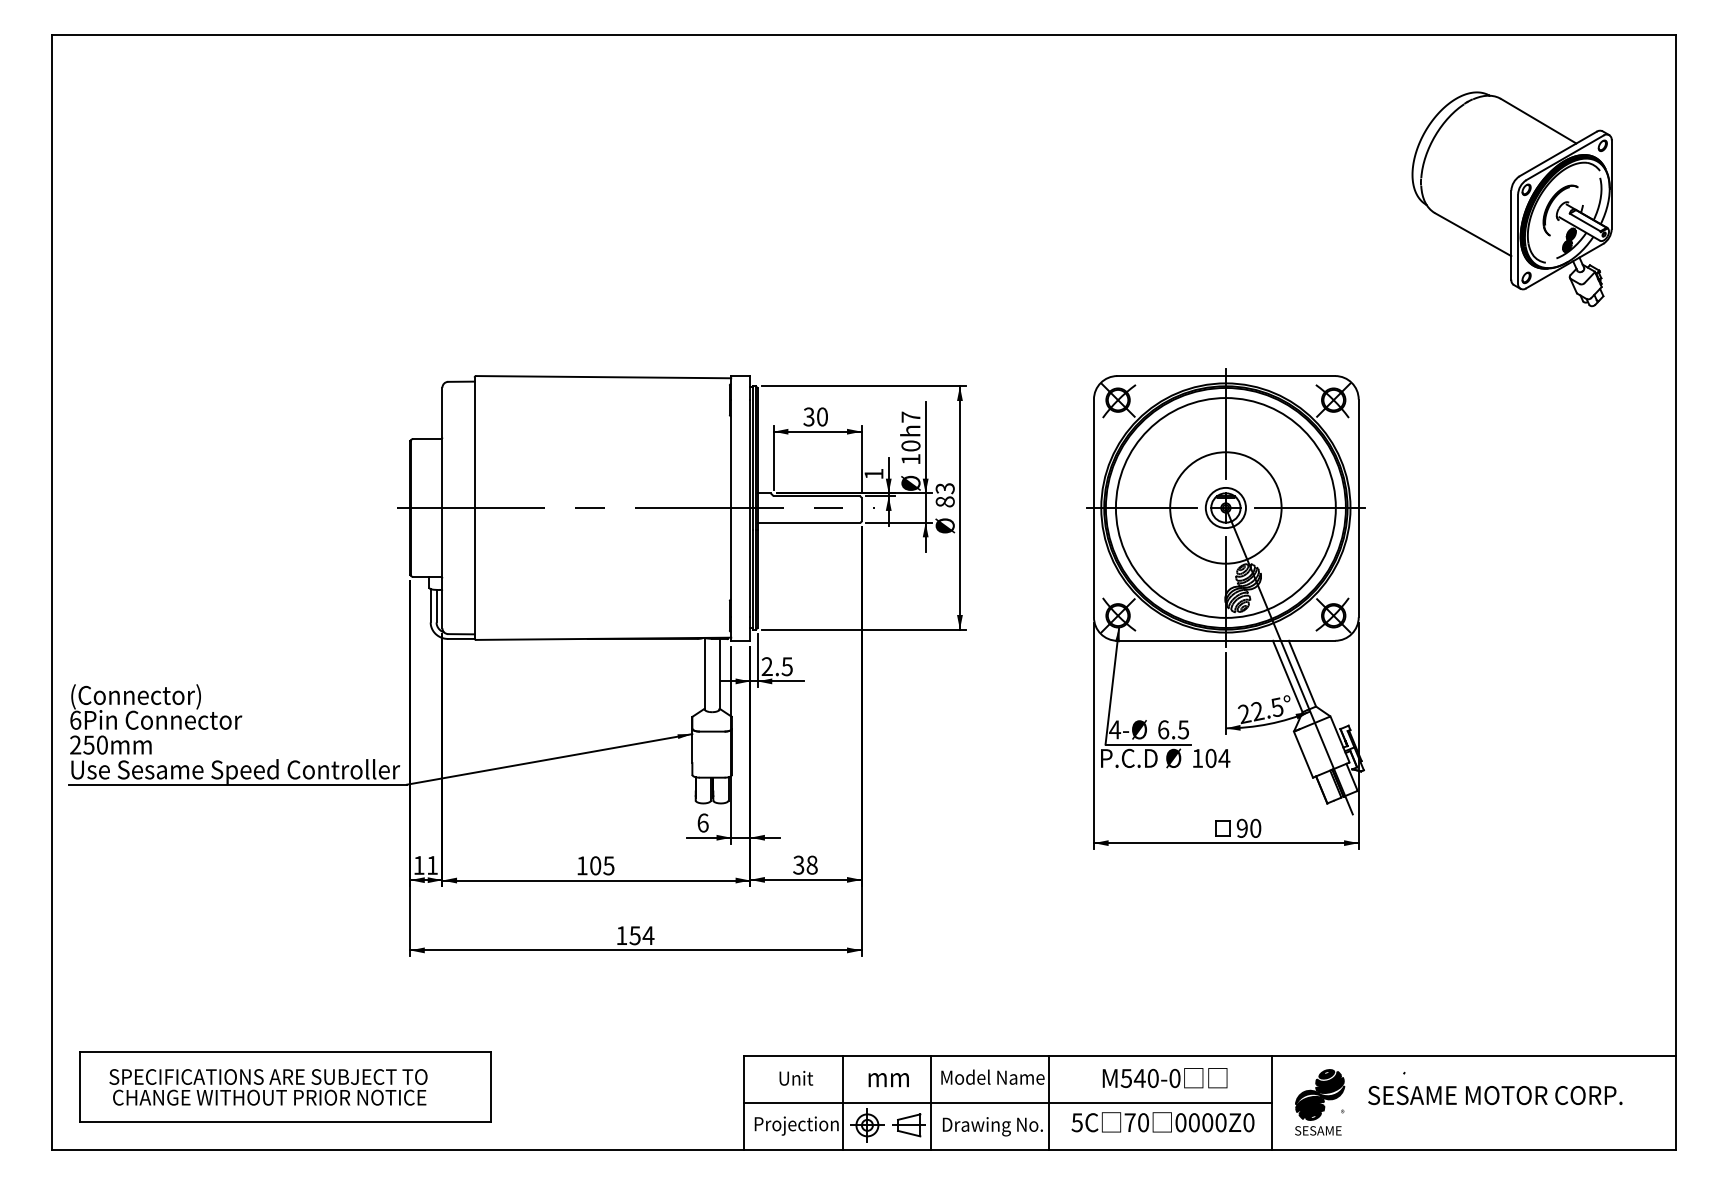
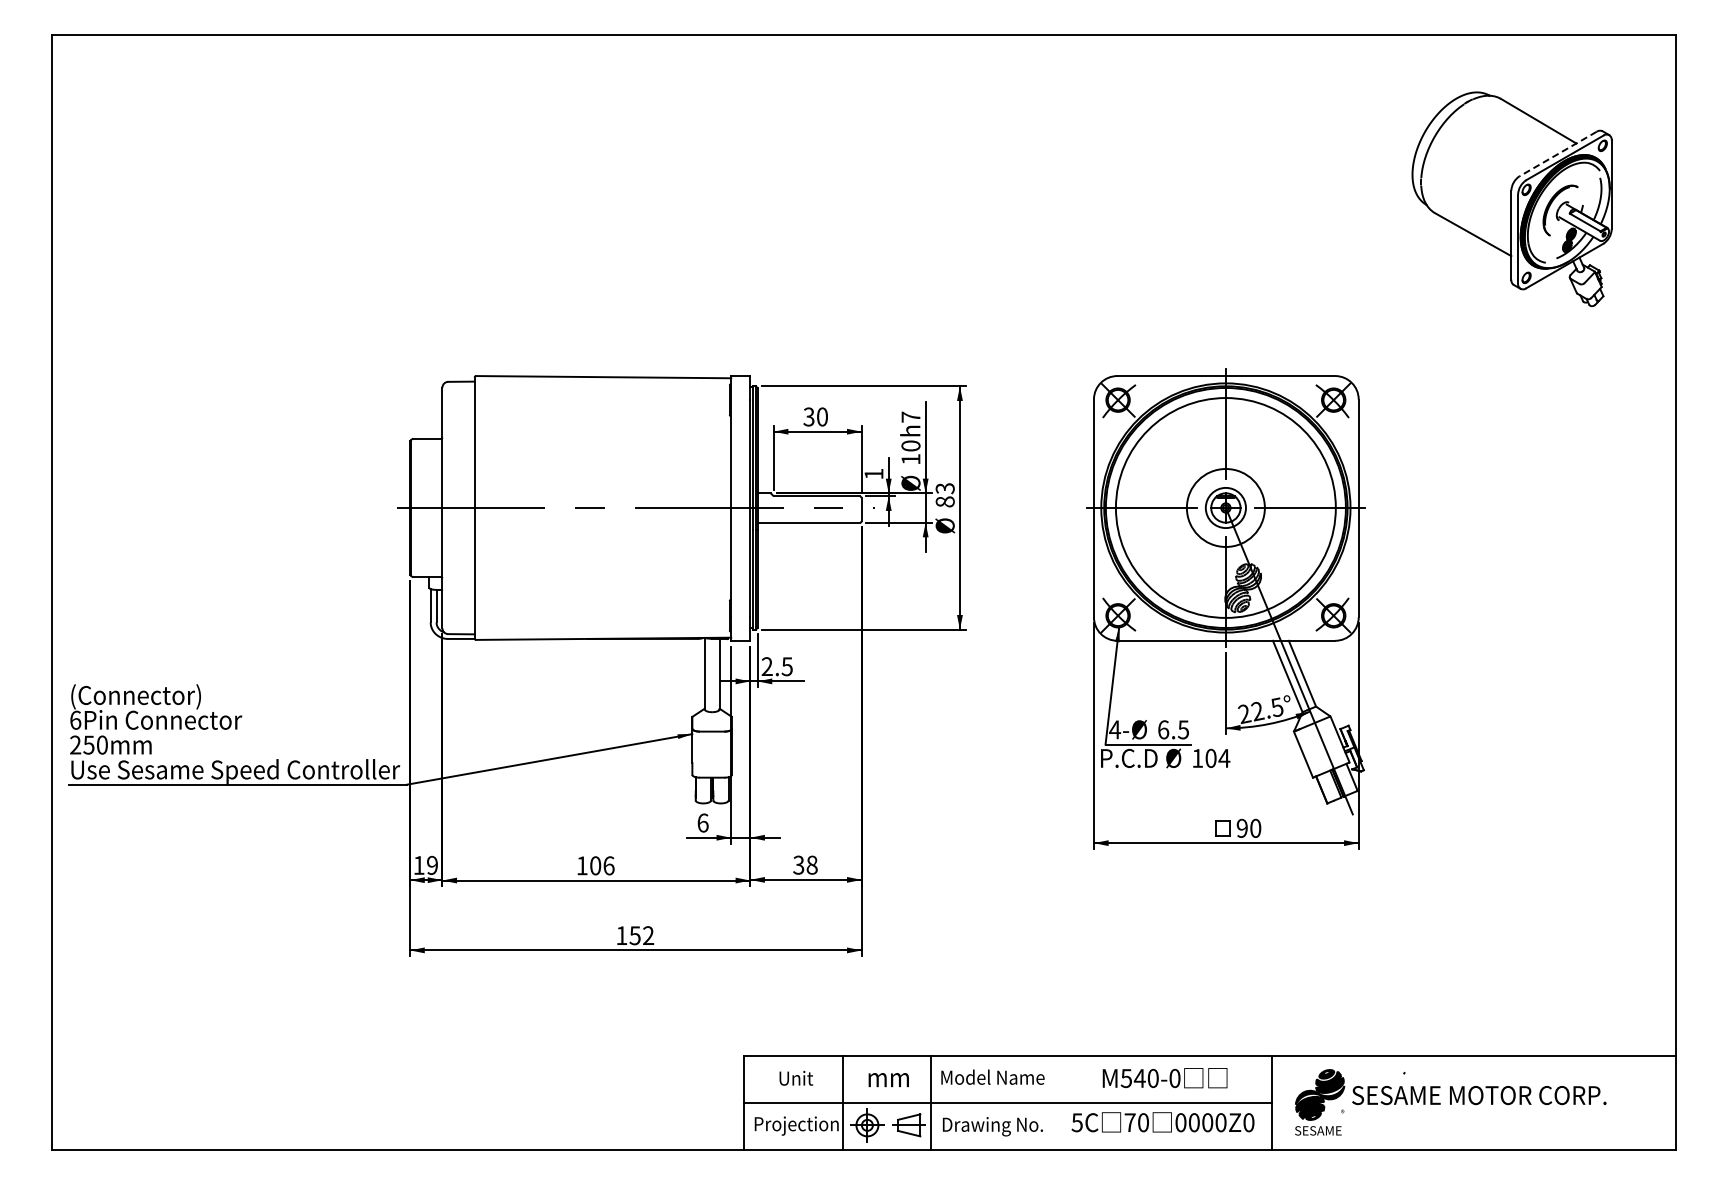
line at (1557, 154): solid -> dashed
circle at (1225, 507) diameter: 111 px -> 78 px
text at (432, 865): 11 -> 19
text at (608, 865): 105 -> 106
text at (648, 935): 154 -> 152
part at (285, 1086): present -> none
text at (1495, 1095) position: (1495, 1095) -> (1479, 1095)
line at (1048, 1102): present -> none
